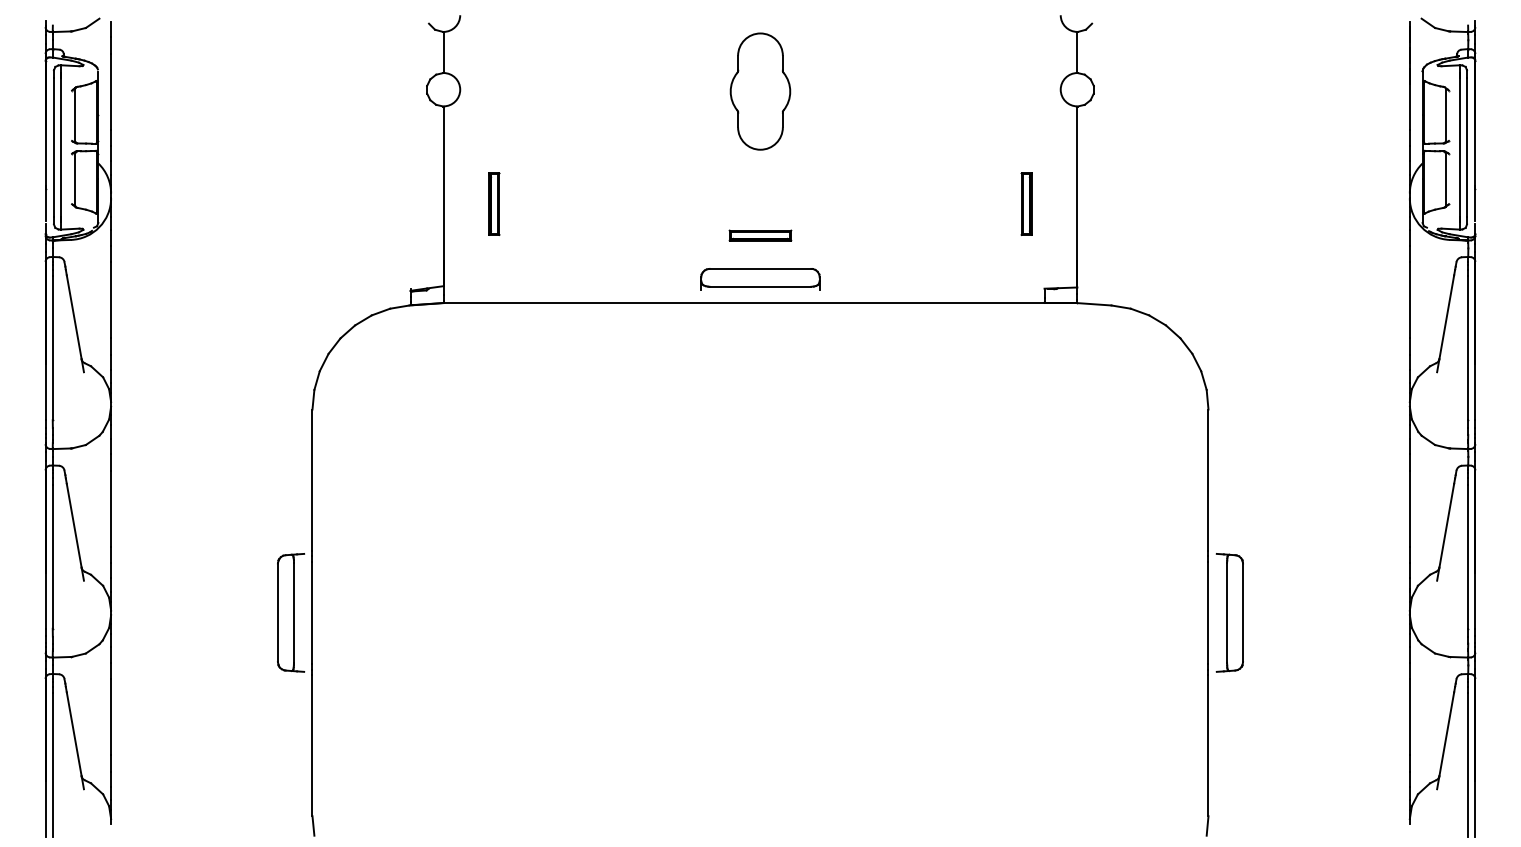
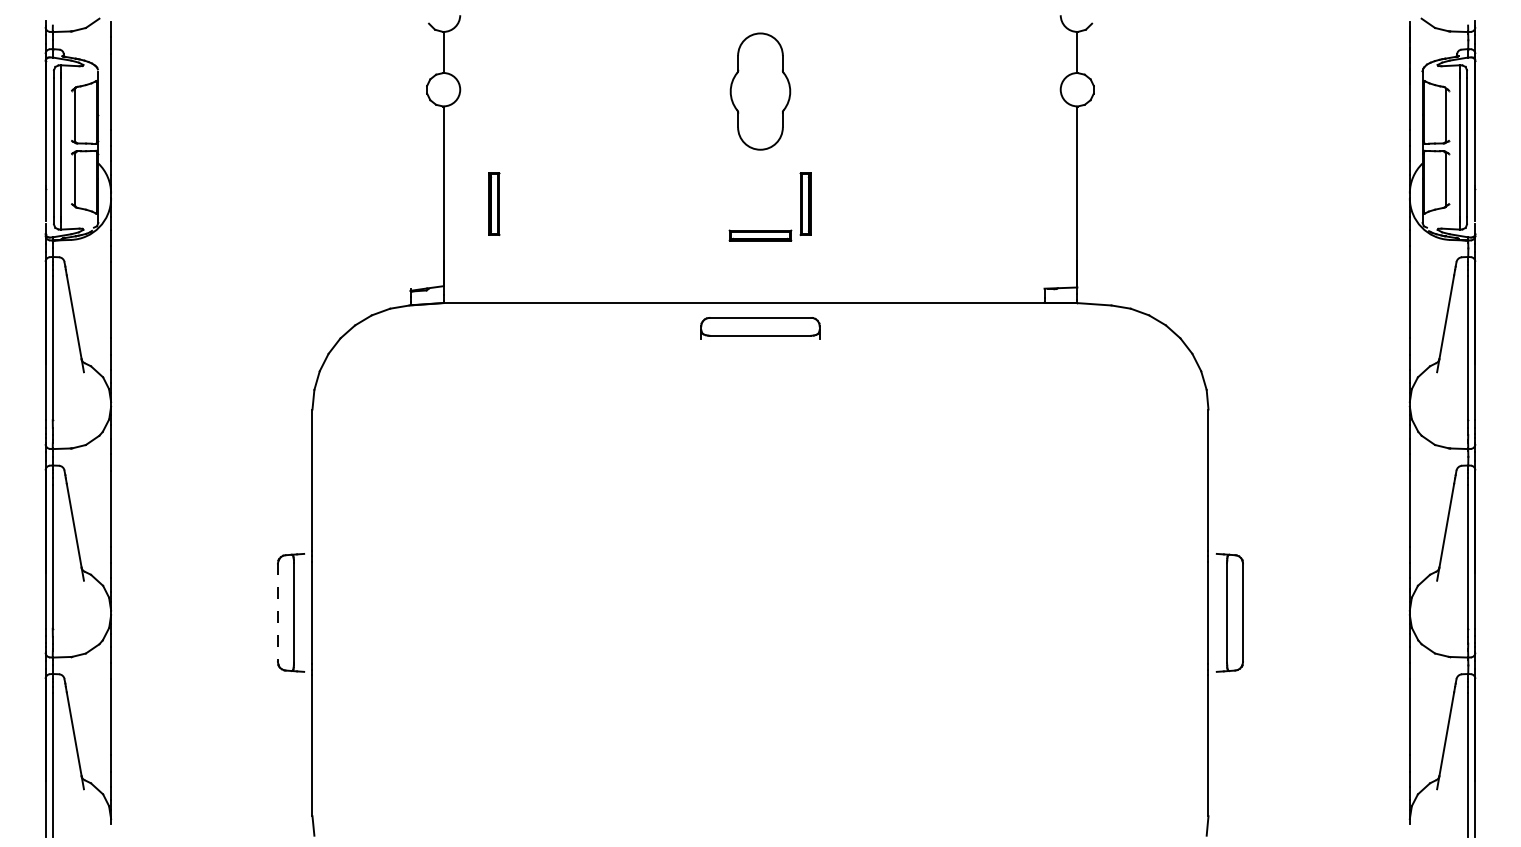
part at (1026, 203) position: (1026, 203) -> (805, 203)
part at (760, 279) position: (760, 279) -> (760, 328)
line at (277, 613): solid -> dashed
